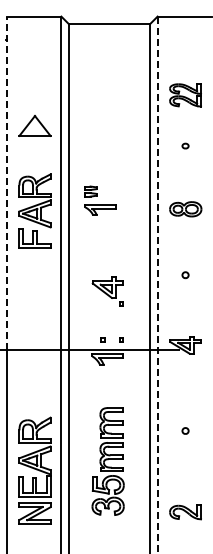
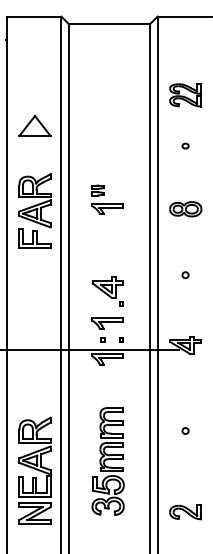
line at (7, 183): dashed -> solid
part at (100, 200) position: (100, 200) -> (107, 199)
line at (157, 285): dashed -> solid
part at (107, 323): none -> present
